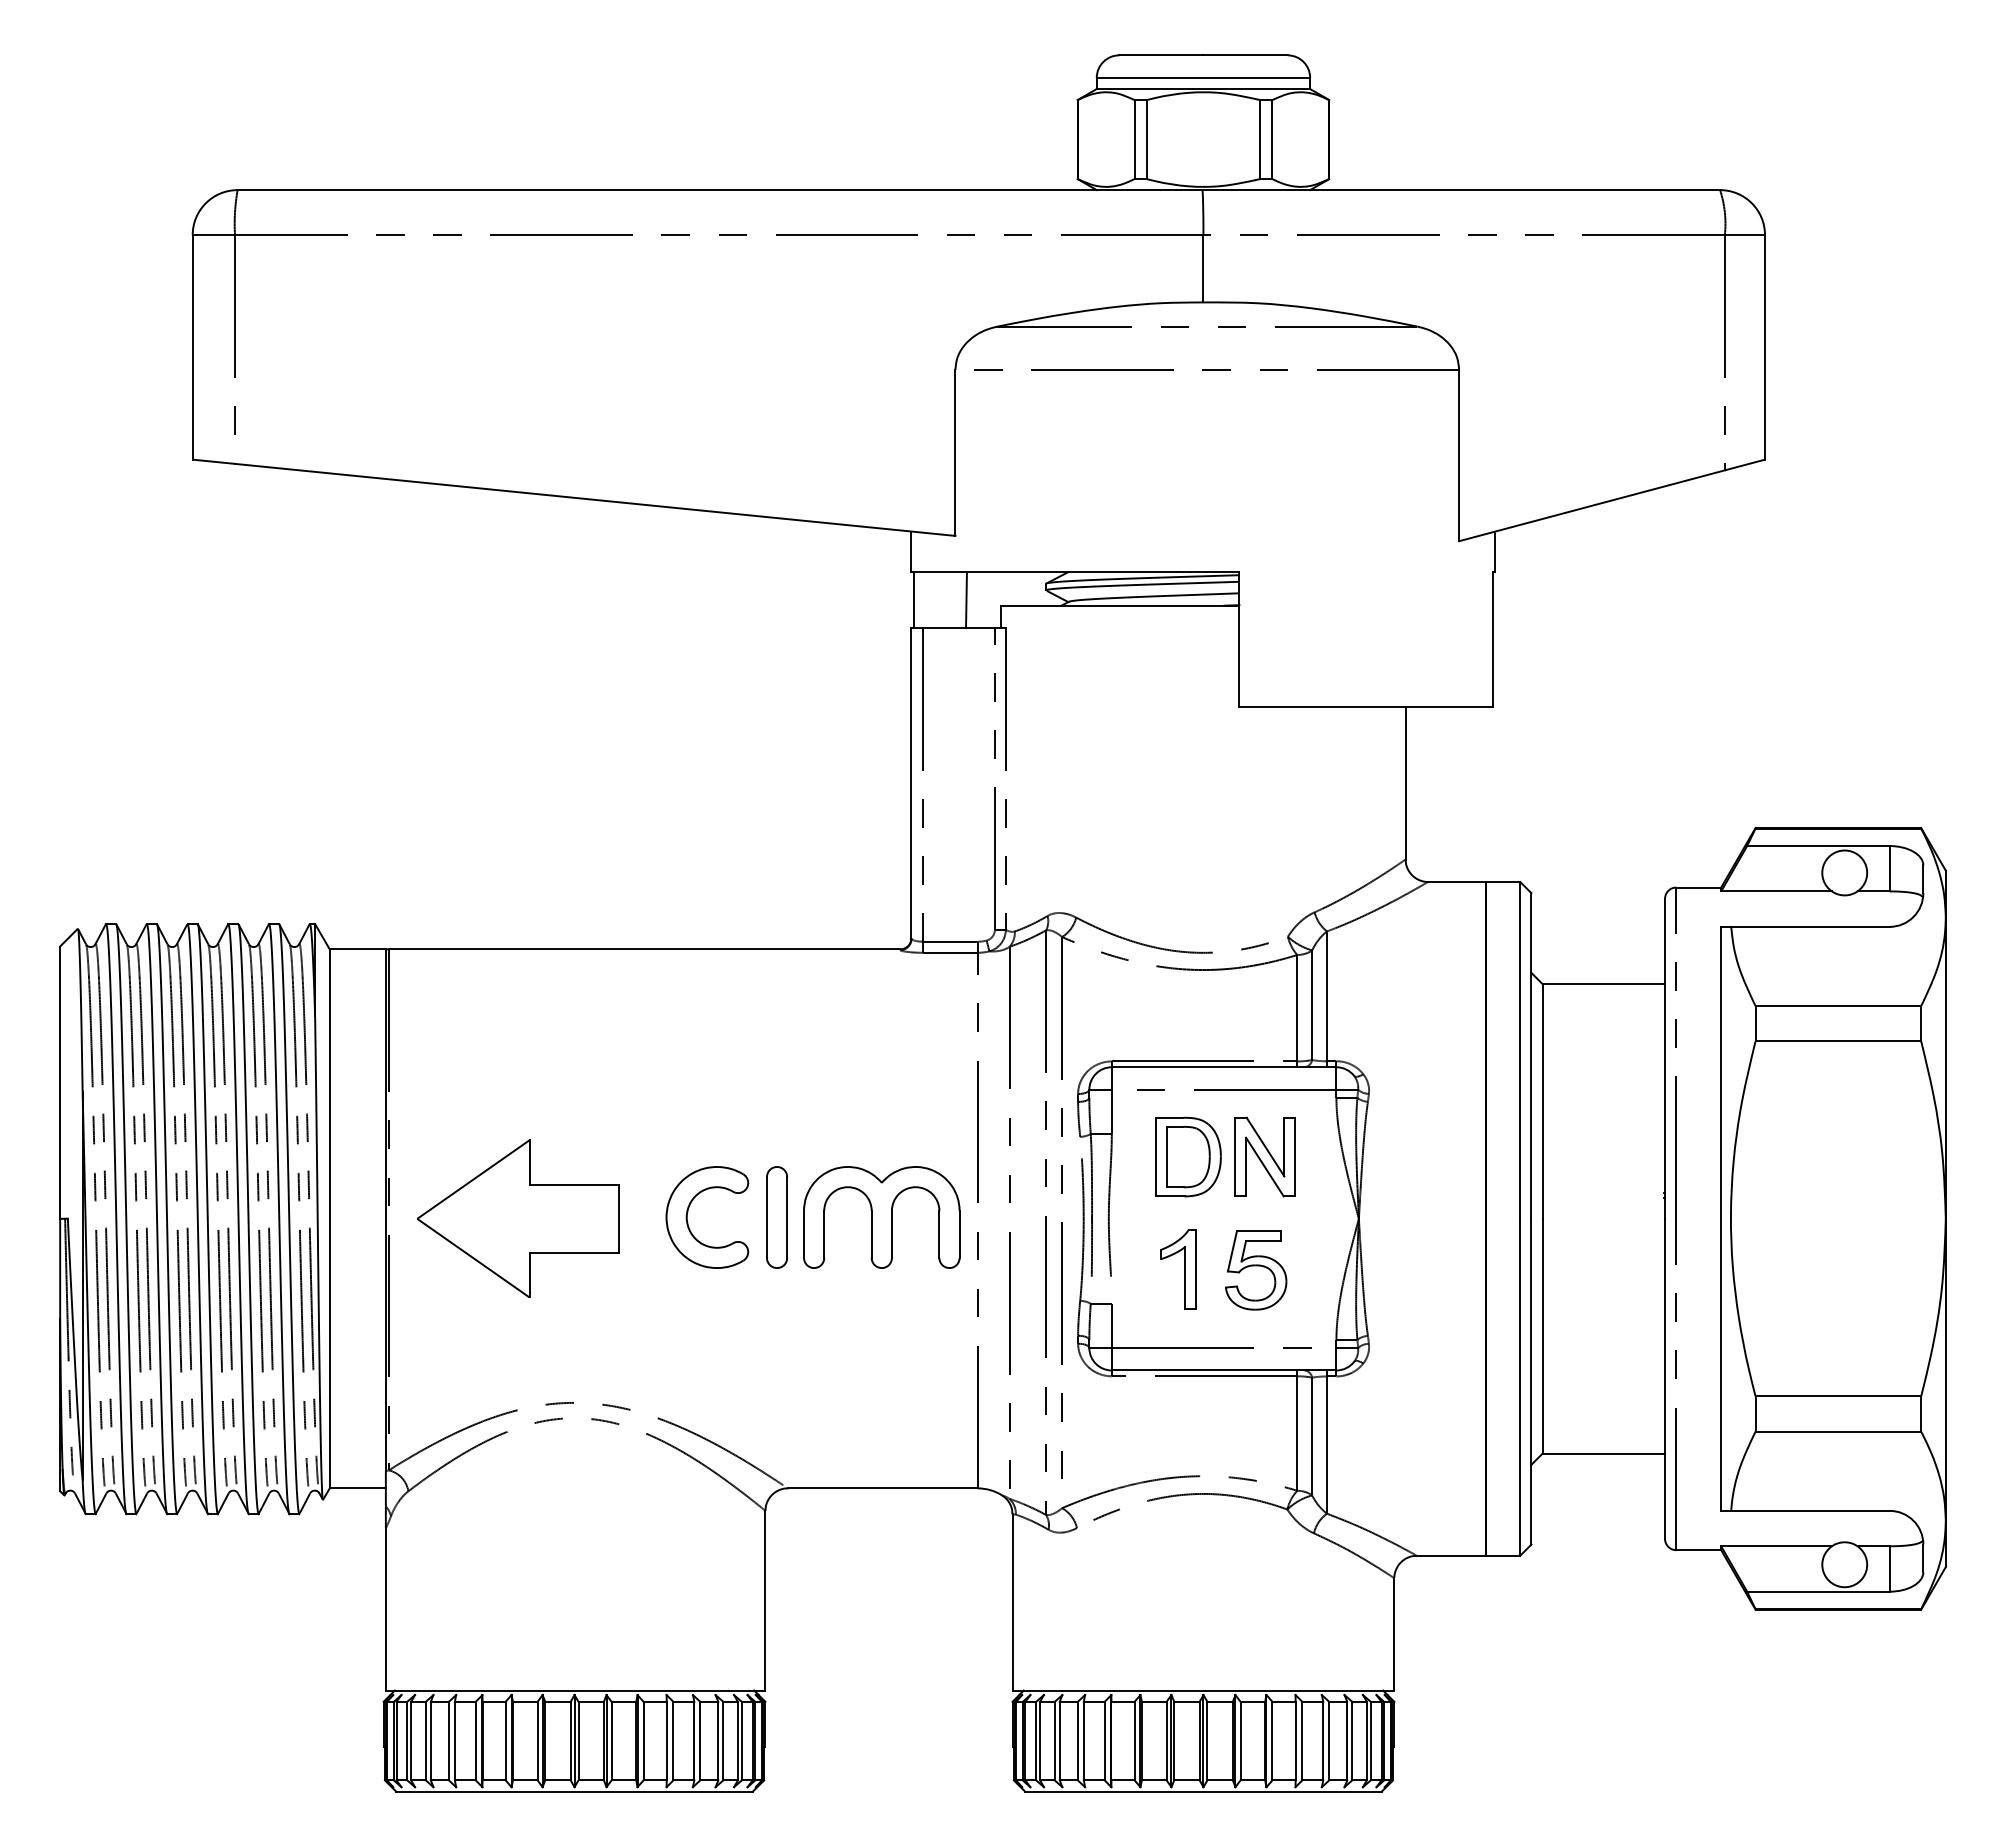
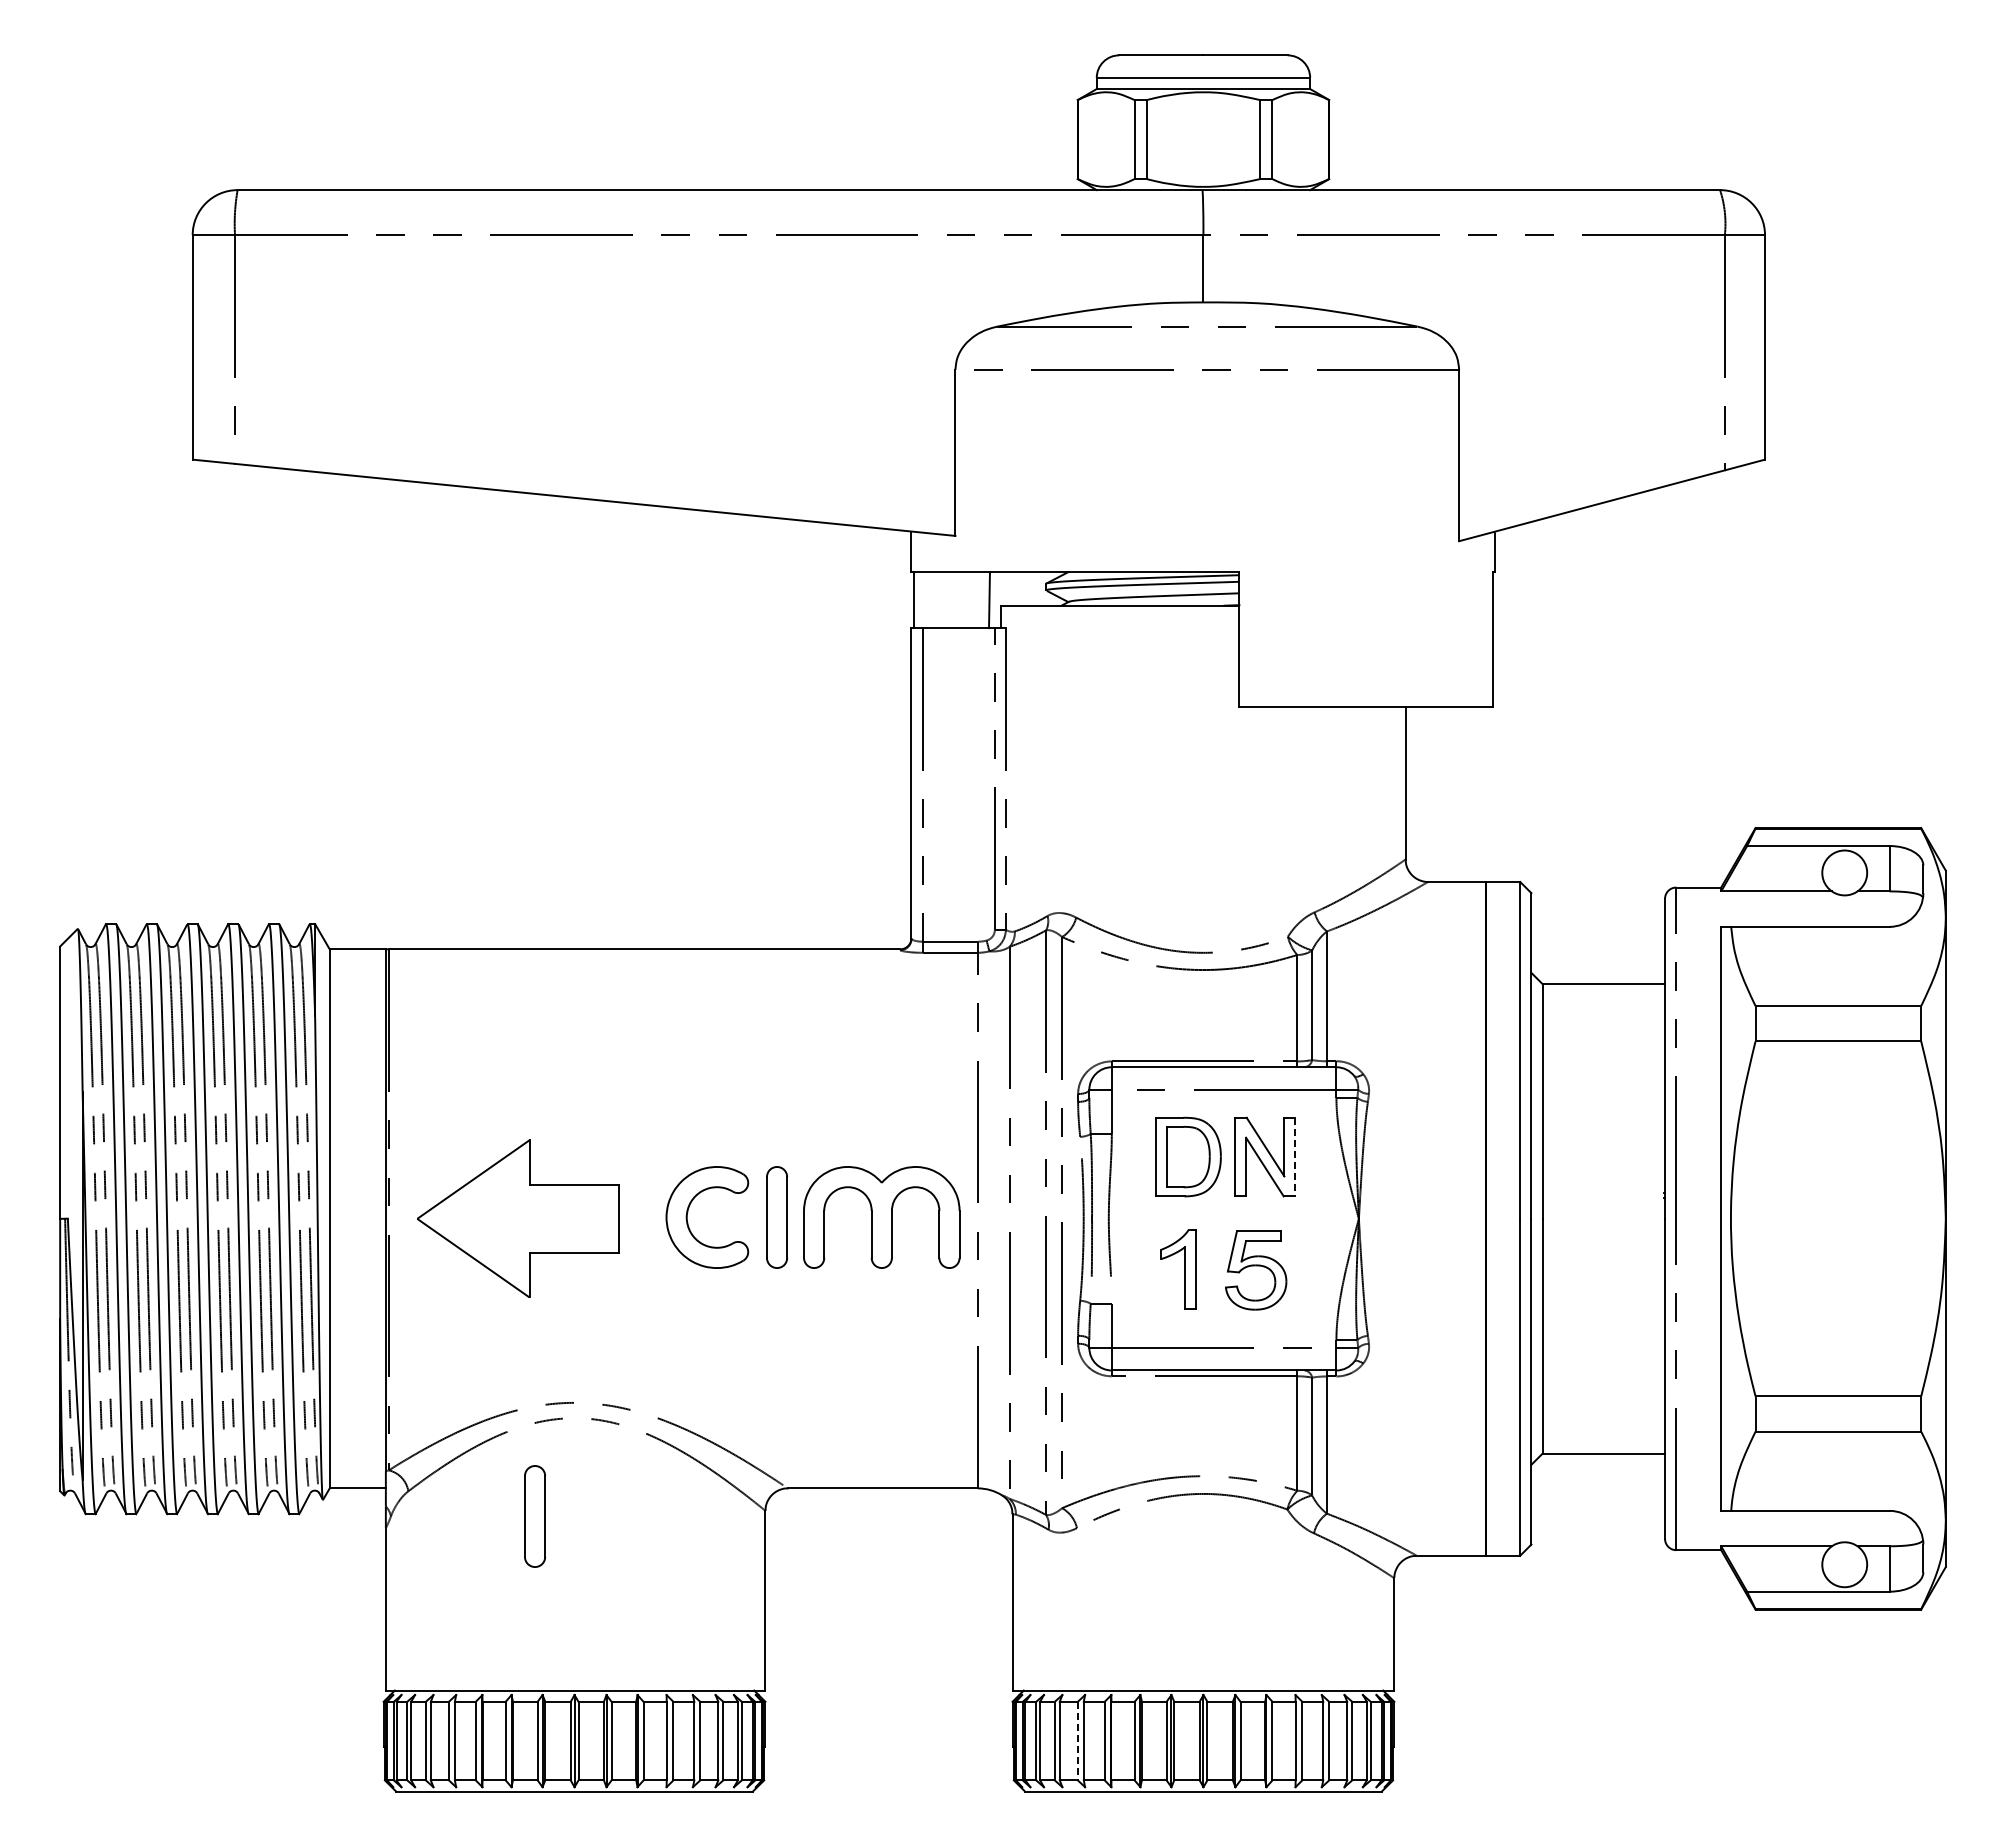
line at (966, 599) position: (966, 599) -> (989, 599)
line at (1295, 1157): solid -> dashed
part at (535, 1516): none -> present
line at (1077, 1741): solid -> dashed
